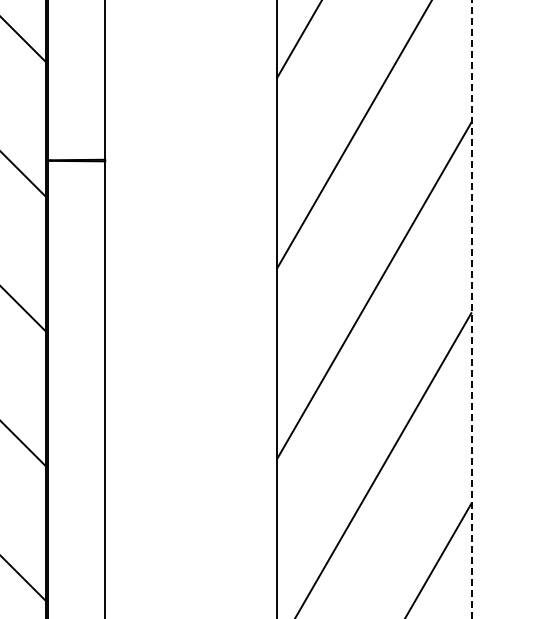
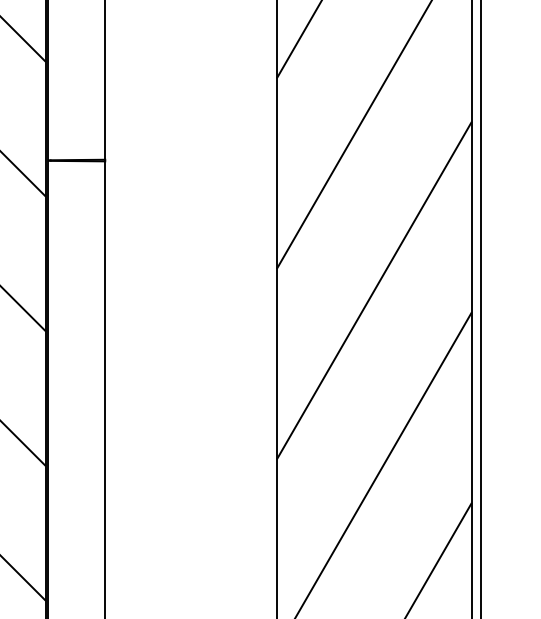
line at (480, 308): none -> present
line at (471, 309): dashed -> solid
